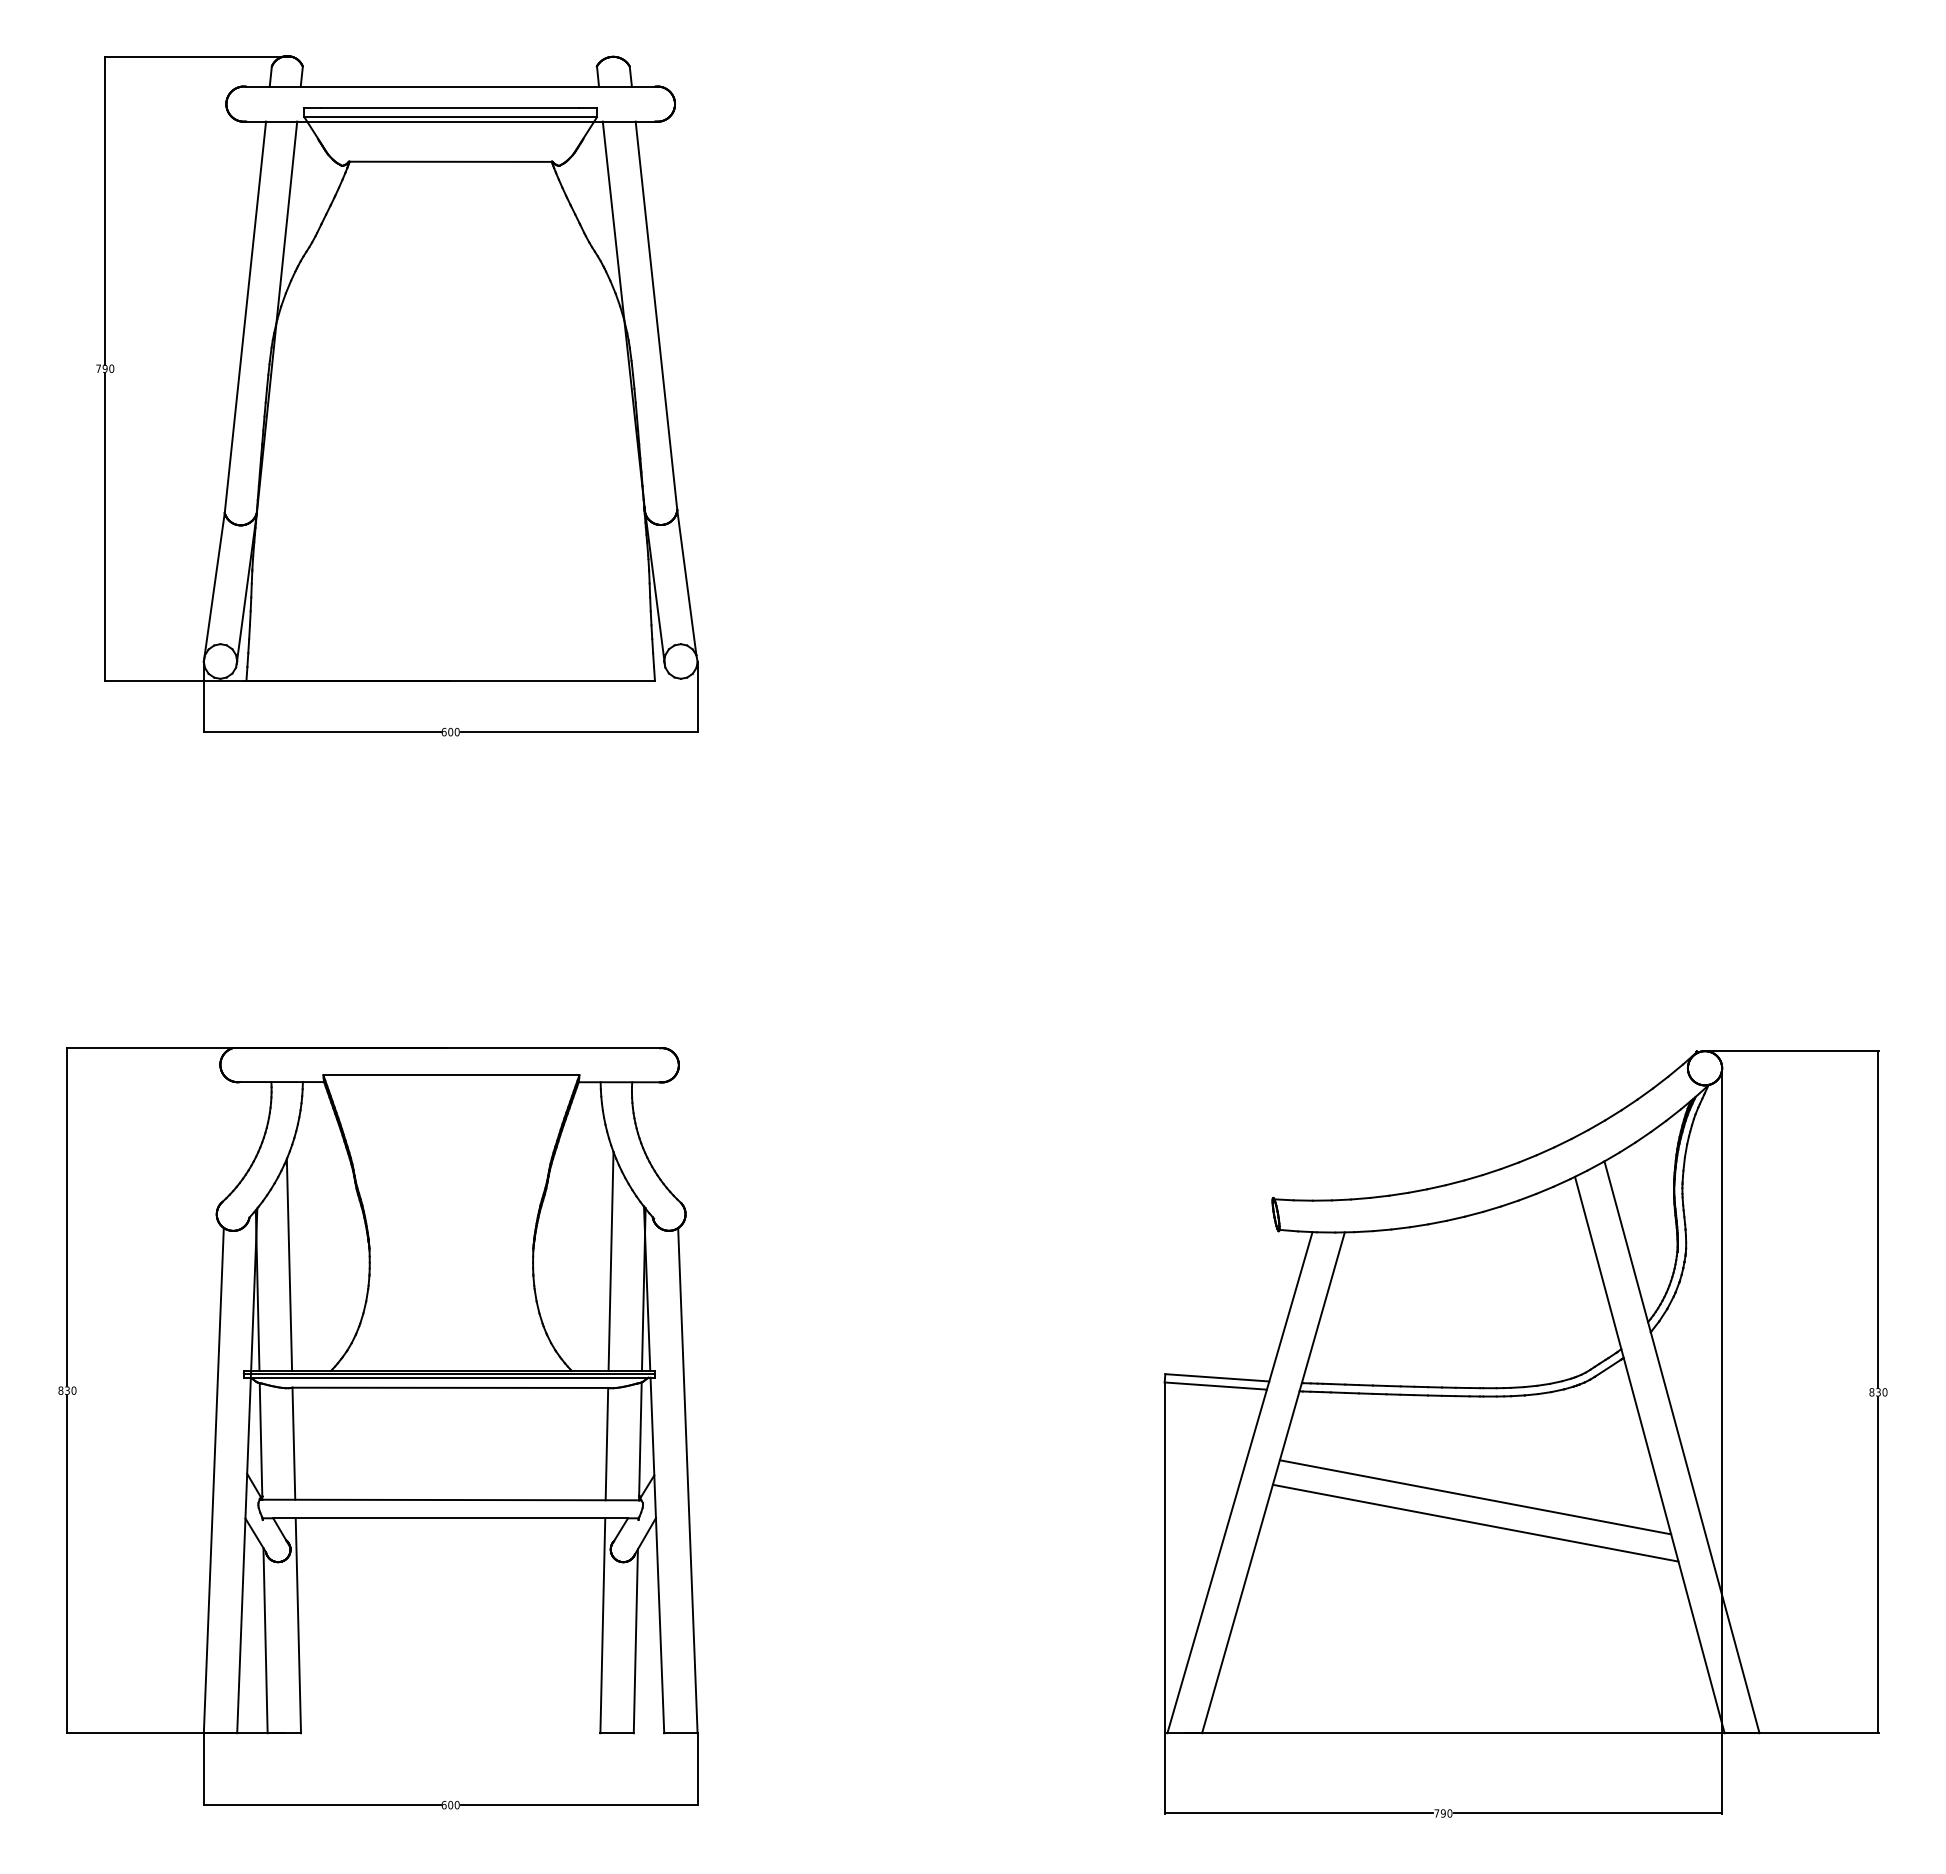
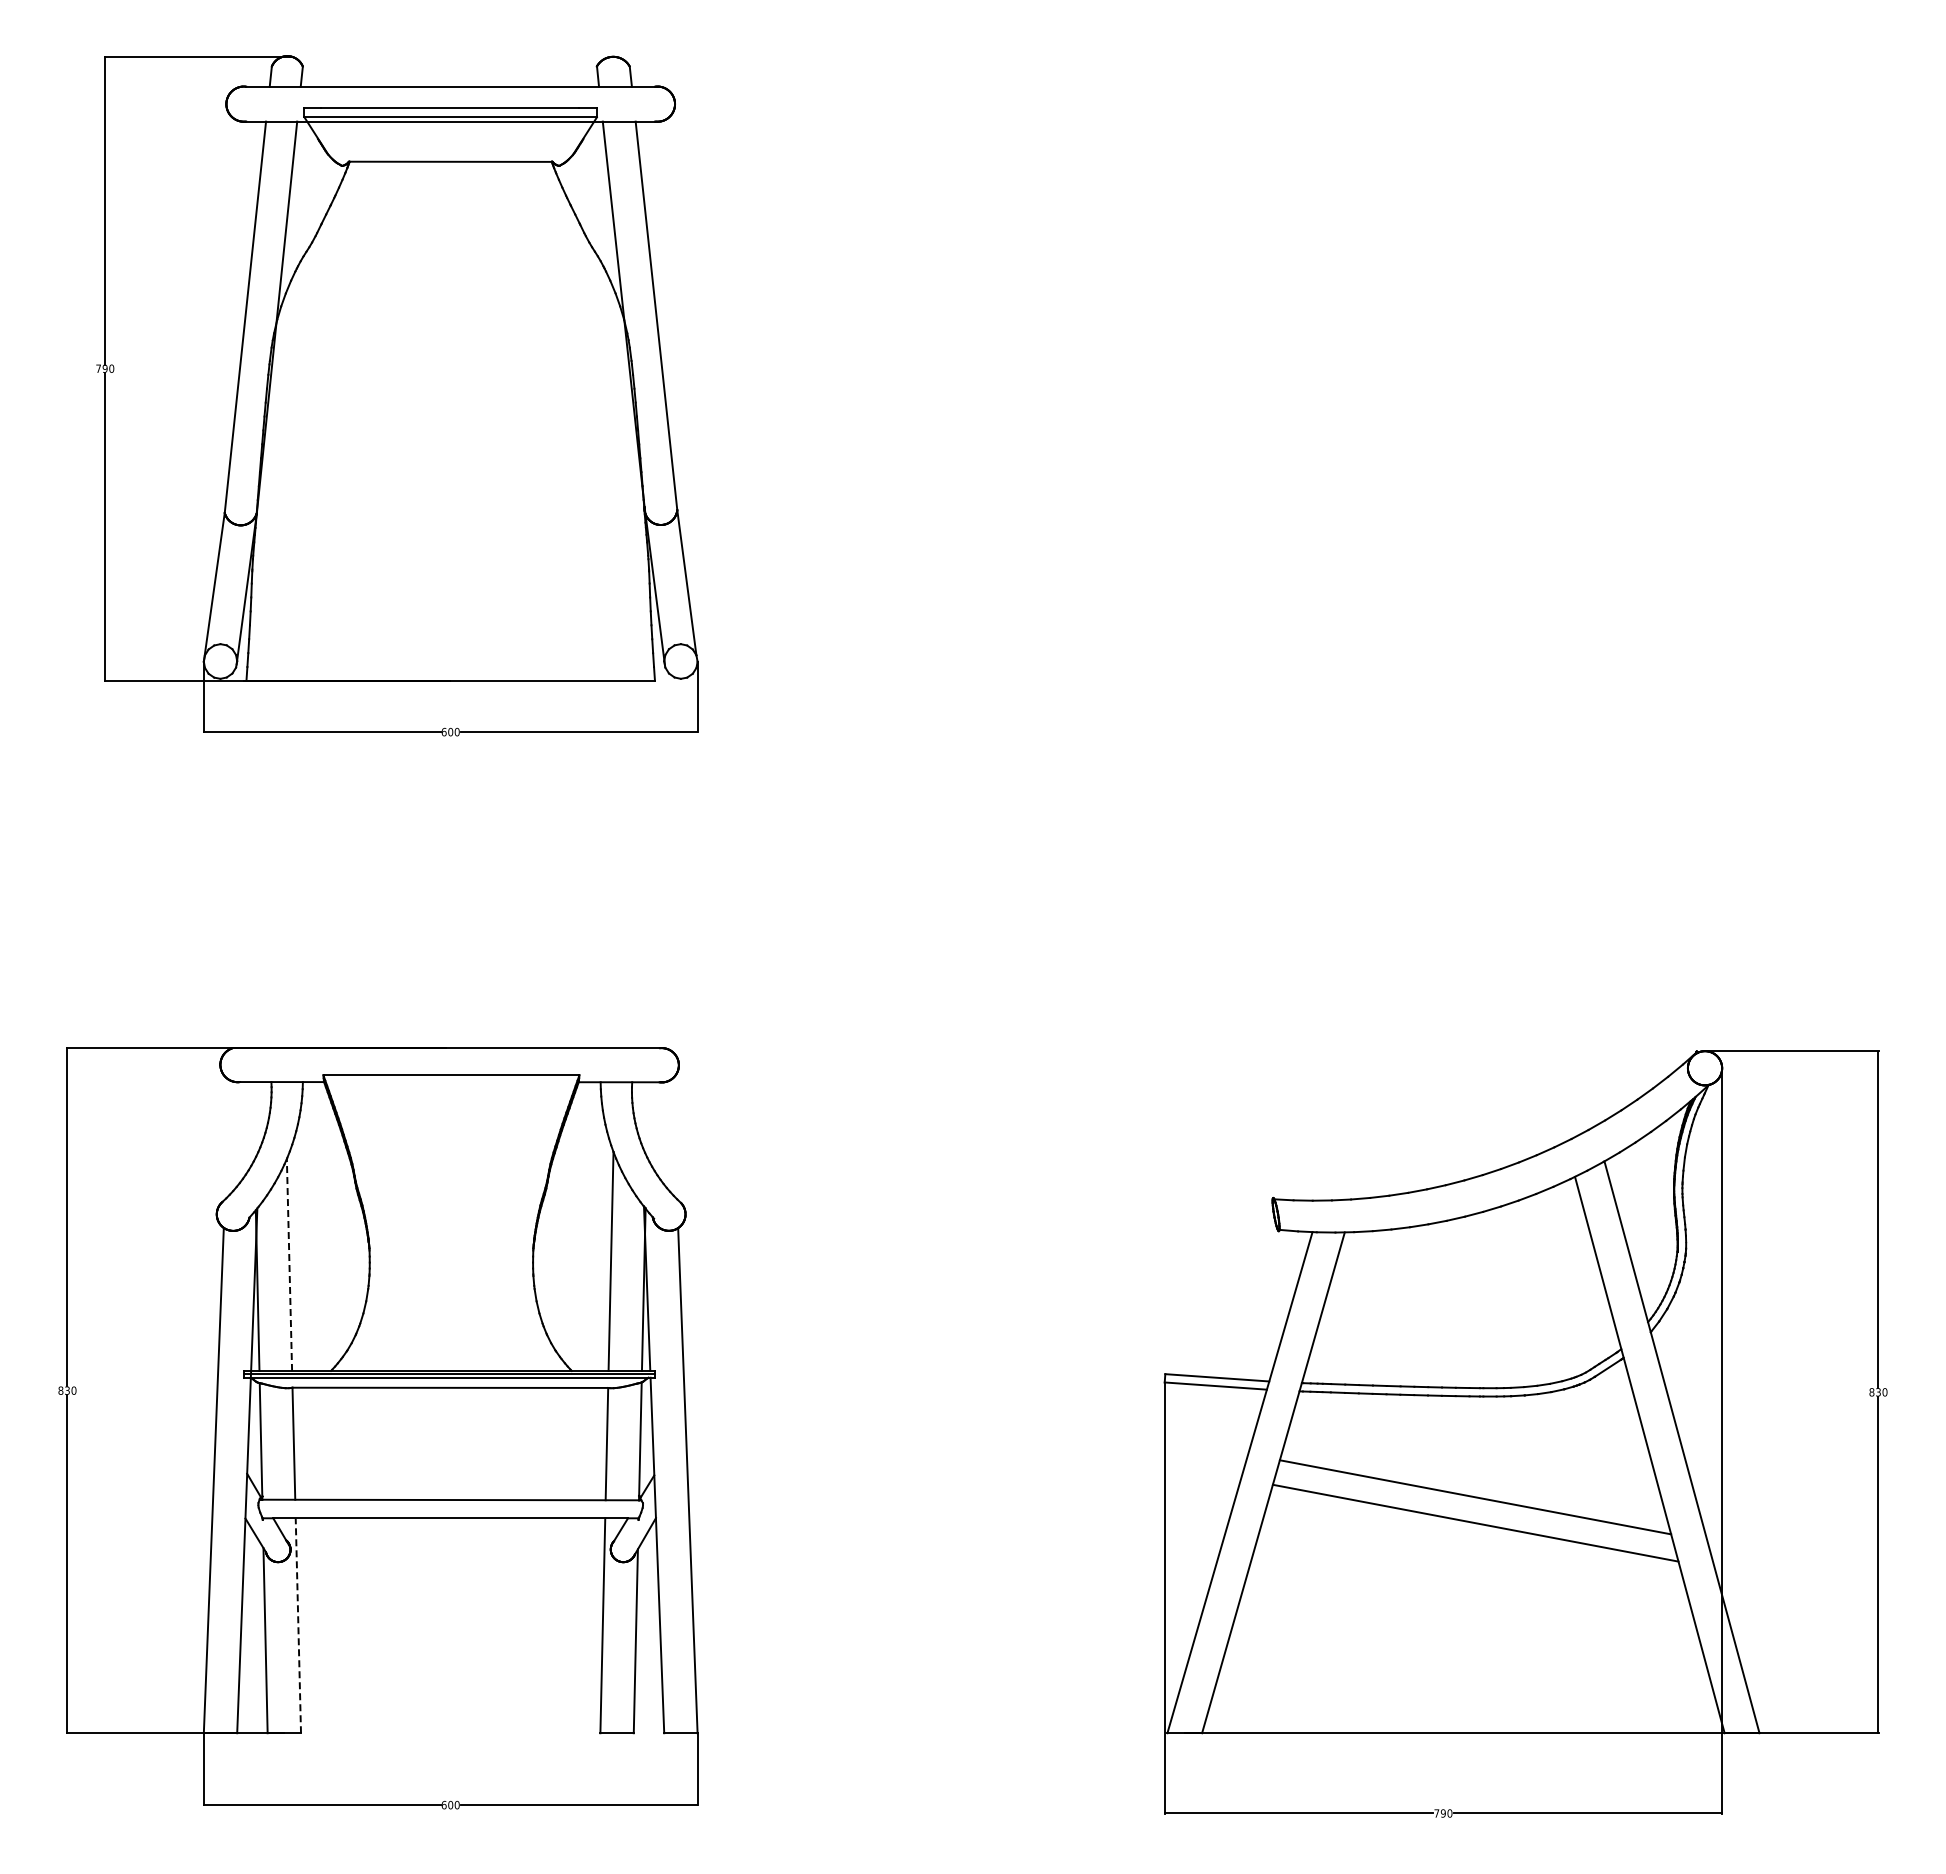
line at (289, 1264): solid -> dashed
line at (298, 1625): solid -> dashed
